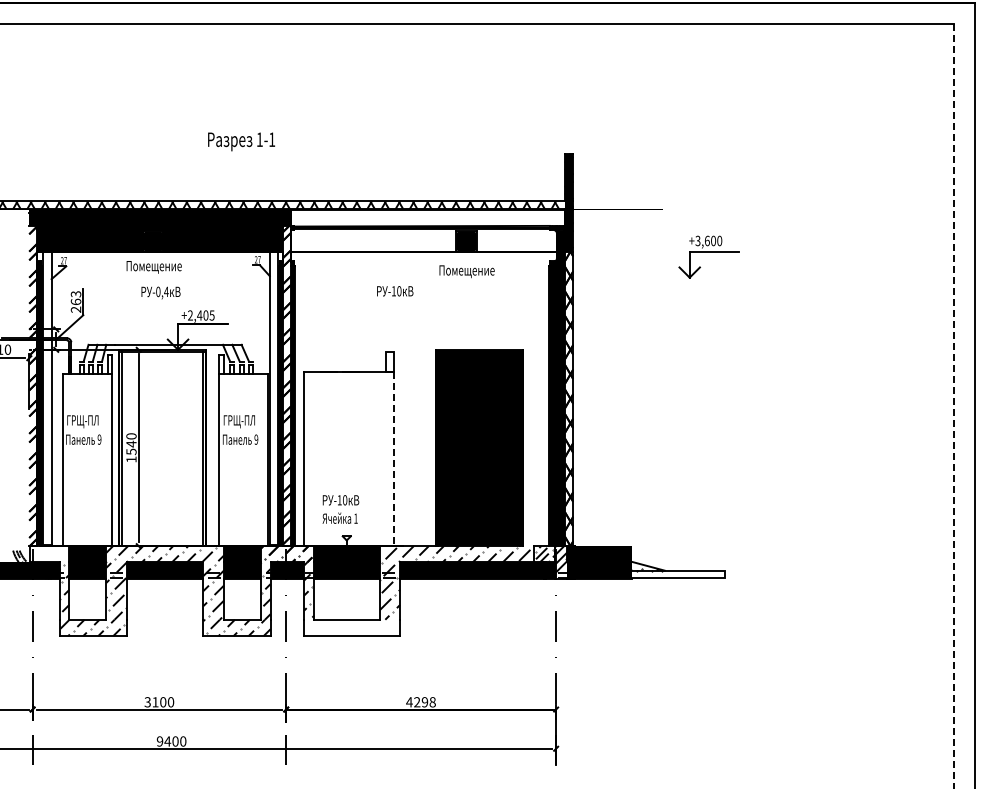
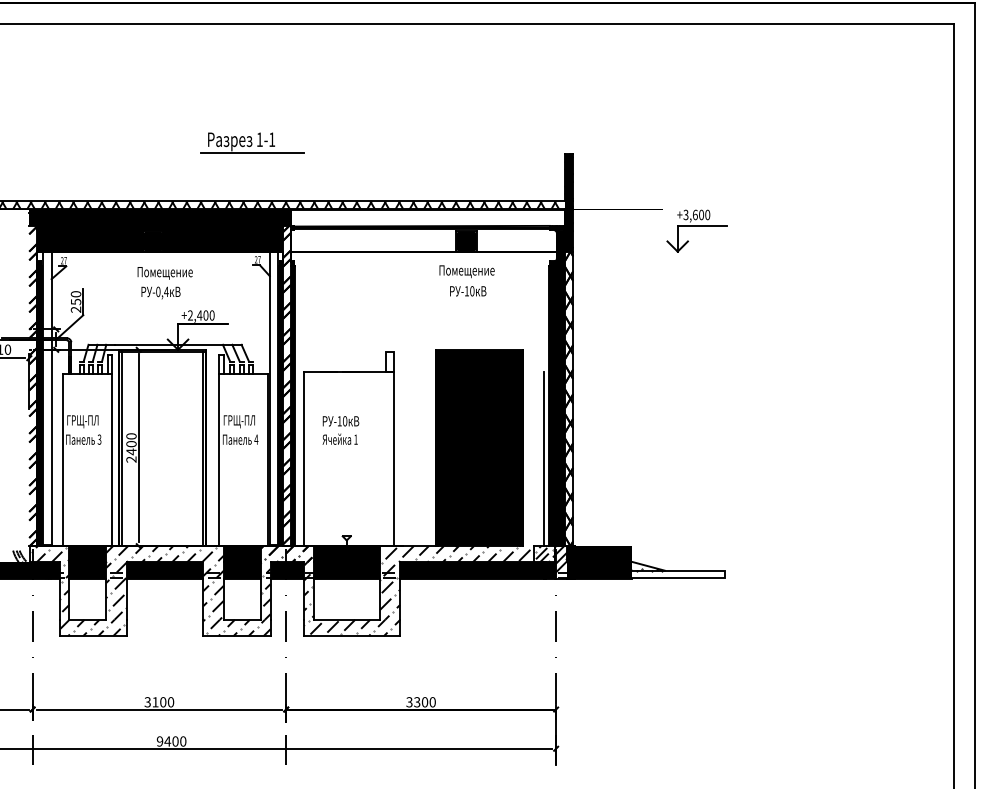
line at (251, 153): none -> present
part at (708, 256) position: (708, 256) -> (696, 230)
text at (153, 267) position: (153, 267) -> (164, 273)
text at (395, 291) position: (395, 291) -> (468, 291)
text at (75, 298): 263 -> 250
text at (211, 315): +2,405 -> +2,400
line at (954, 405): dashed -> solid
text at (99, 439): 9 -> 3
text at (256, 439): 9 -> 4
text at (131, 451): 1540 -> 2400
line at (544, 458): none -> present
line at (393, 459): dashed -> solid
text at (340, 509) position: (340, 509) -> (340, 430)
hatch at (50, 554): none -> present
hatch at (352, 627): none -> present
text at (420, 702): 4298 -> 3300
